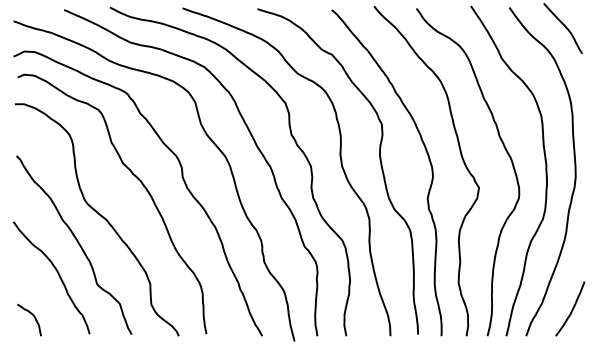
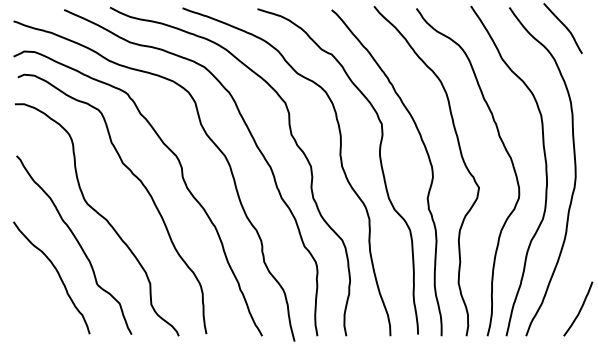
curve at (571, 309) position: (571, 309) -> (579, 309)
curve at (33, 317): present -> none
